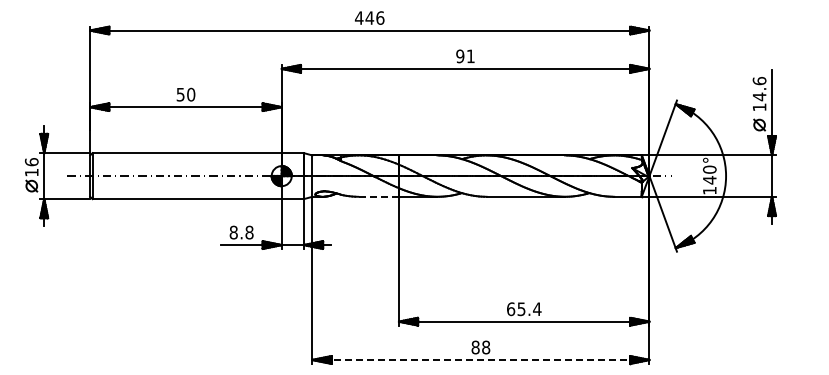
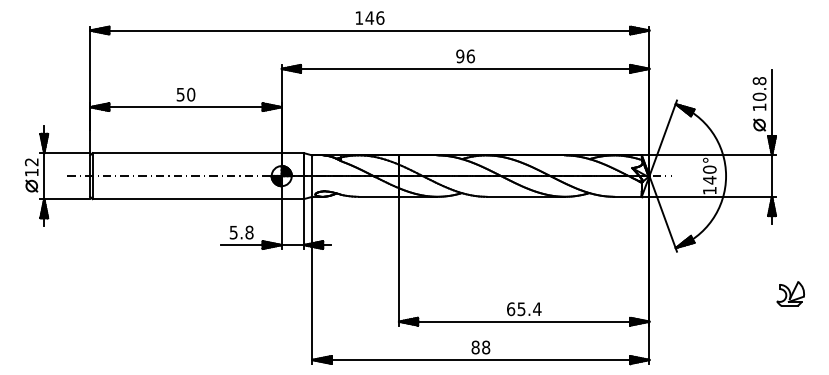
text at (358, 17): 446 -> 146
text at (470, 56): 91 -> 96
text at (759, 89): 14.6 -> 10.8
text at (31, 162): 16 -> 12
line at (378, 196): dashed -> solid
text at (233, 232): 8.8 -> 5.8
part at (790, 293): none -> present
line at (480, 359): dashed -> solid
